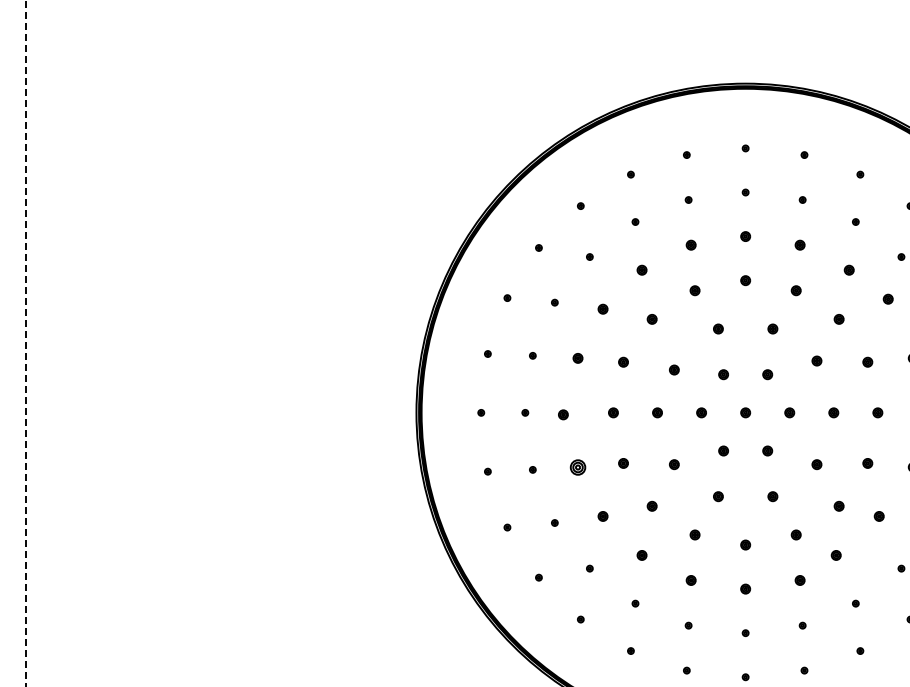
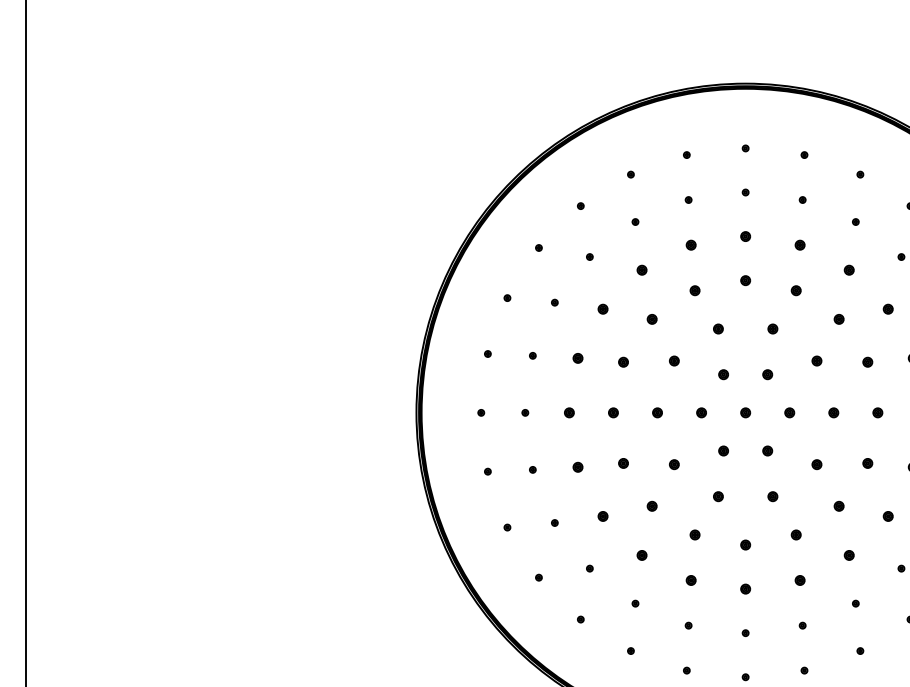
part at (887, 298) position: (887, 298) -> (887, 308)
line at (26, 343): dashed -> solid
part at (674, 369) position: (674, 369) -> (674, 360)
part at (563, 414) position: (563, 414) -> (569, 412)
part at (577, 467) size: 18x17 px -> 12x12 px
part at (878, 516) position: (878, 516) -> (887, 516)
part at (835, 555) position: (835, 555) -> (848, 555)
